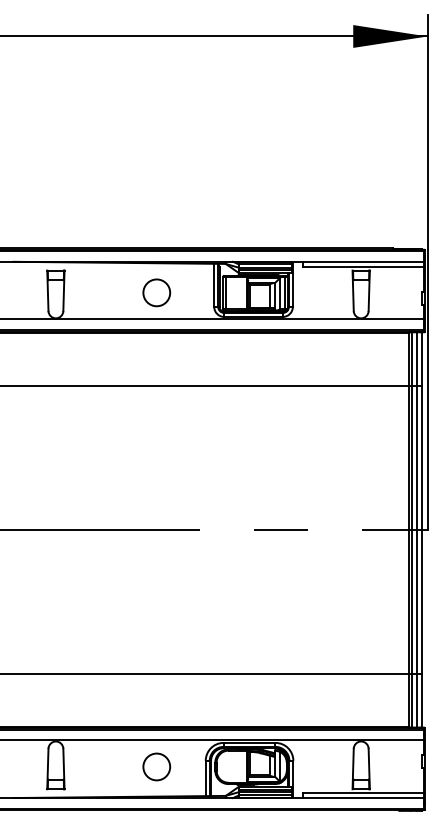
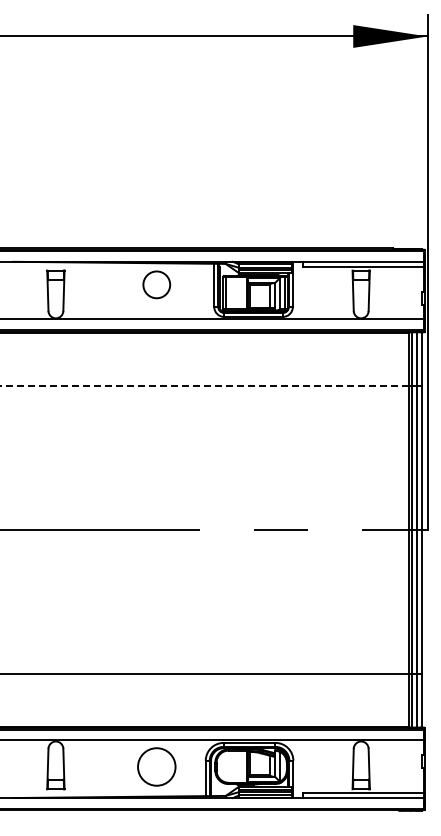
circle at (156, 292) position: (156, 292) -> (156, 284)
line at (204, 385): solid -> dashed
circle at (156, 766) diameter: 27 px -> 38 px
